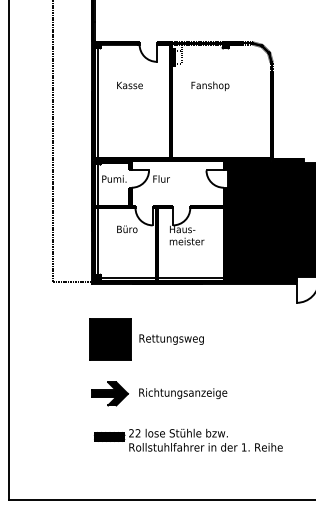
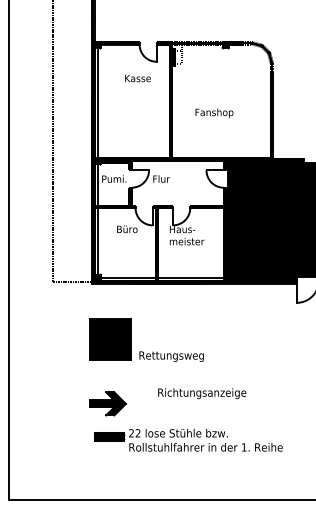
text at (129, 85) position: (129, 85) -> (137, 78)
text at (210, 85) position: (210, 85) -> (214, 112)
text at (171, 339) position: (171, 339) -> (171, 356)
part at (109, 393) position: (109, 393) -> (107, 403)
text at (183, 393) position: (183, 393) -> (202, 393)
